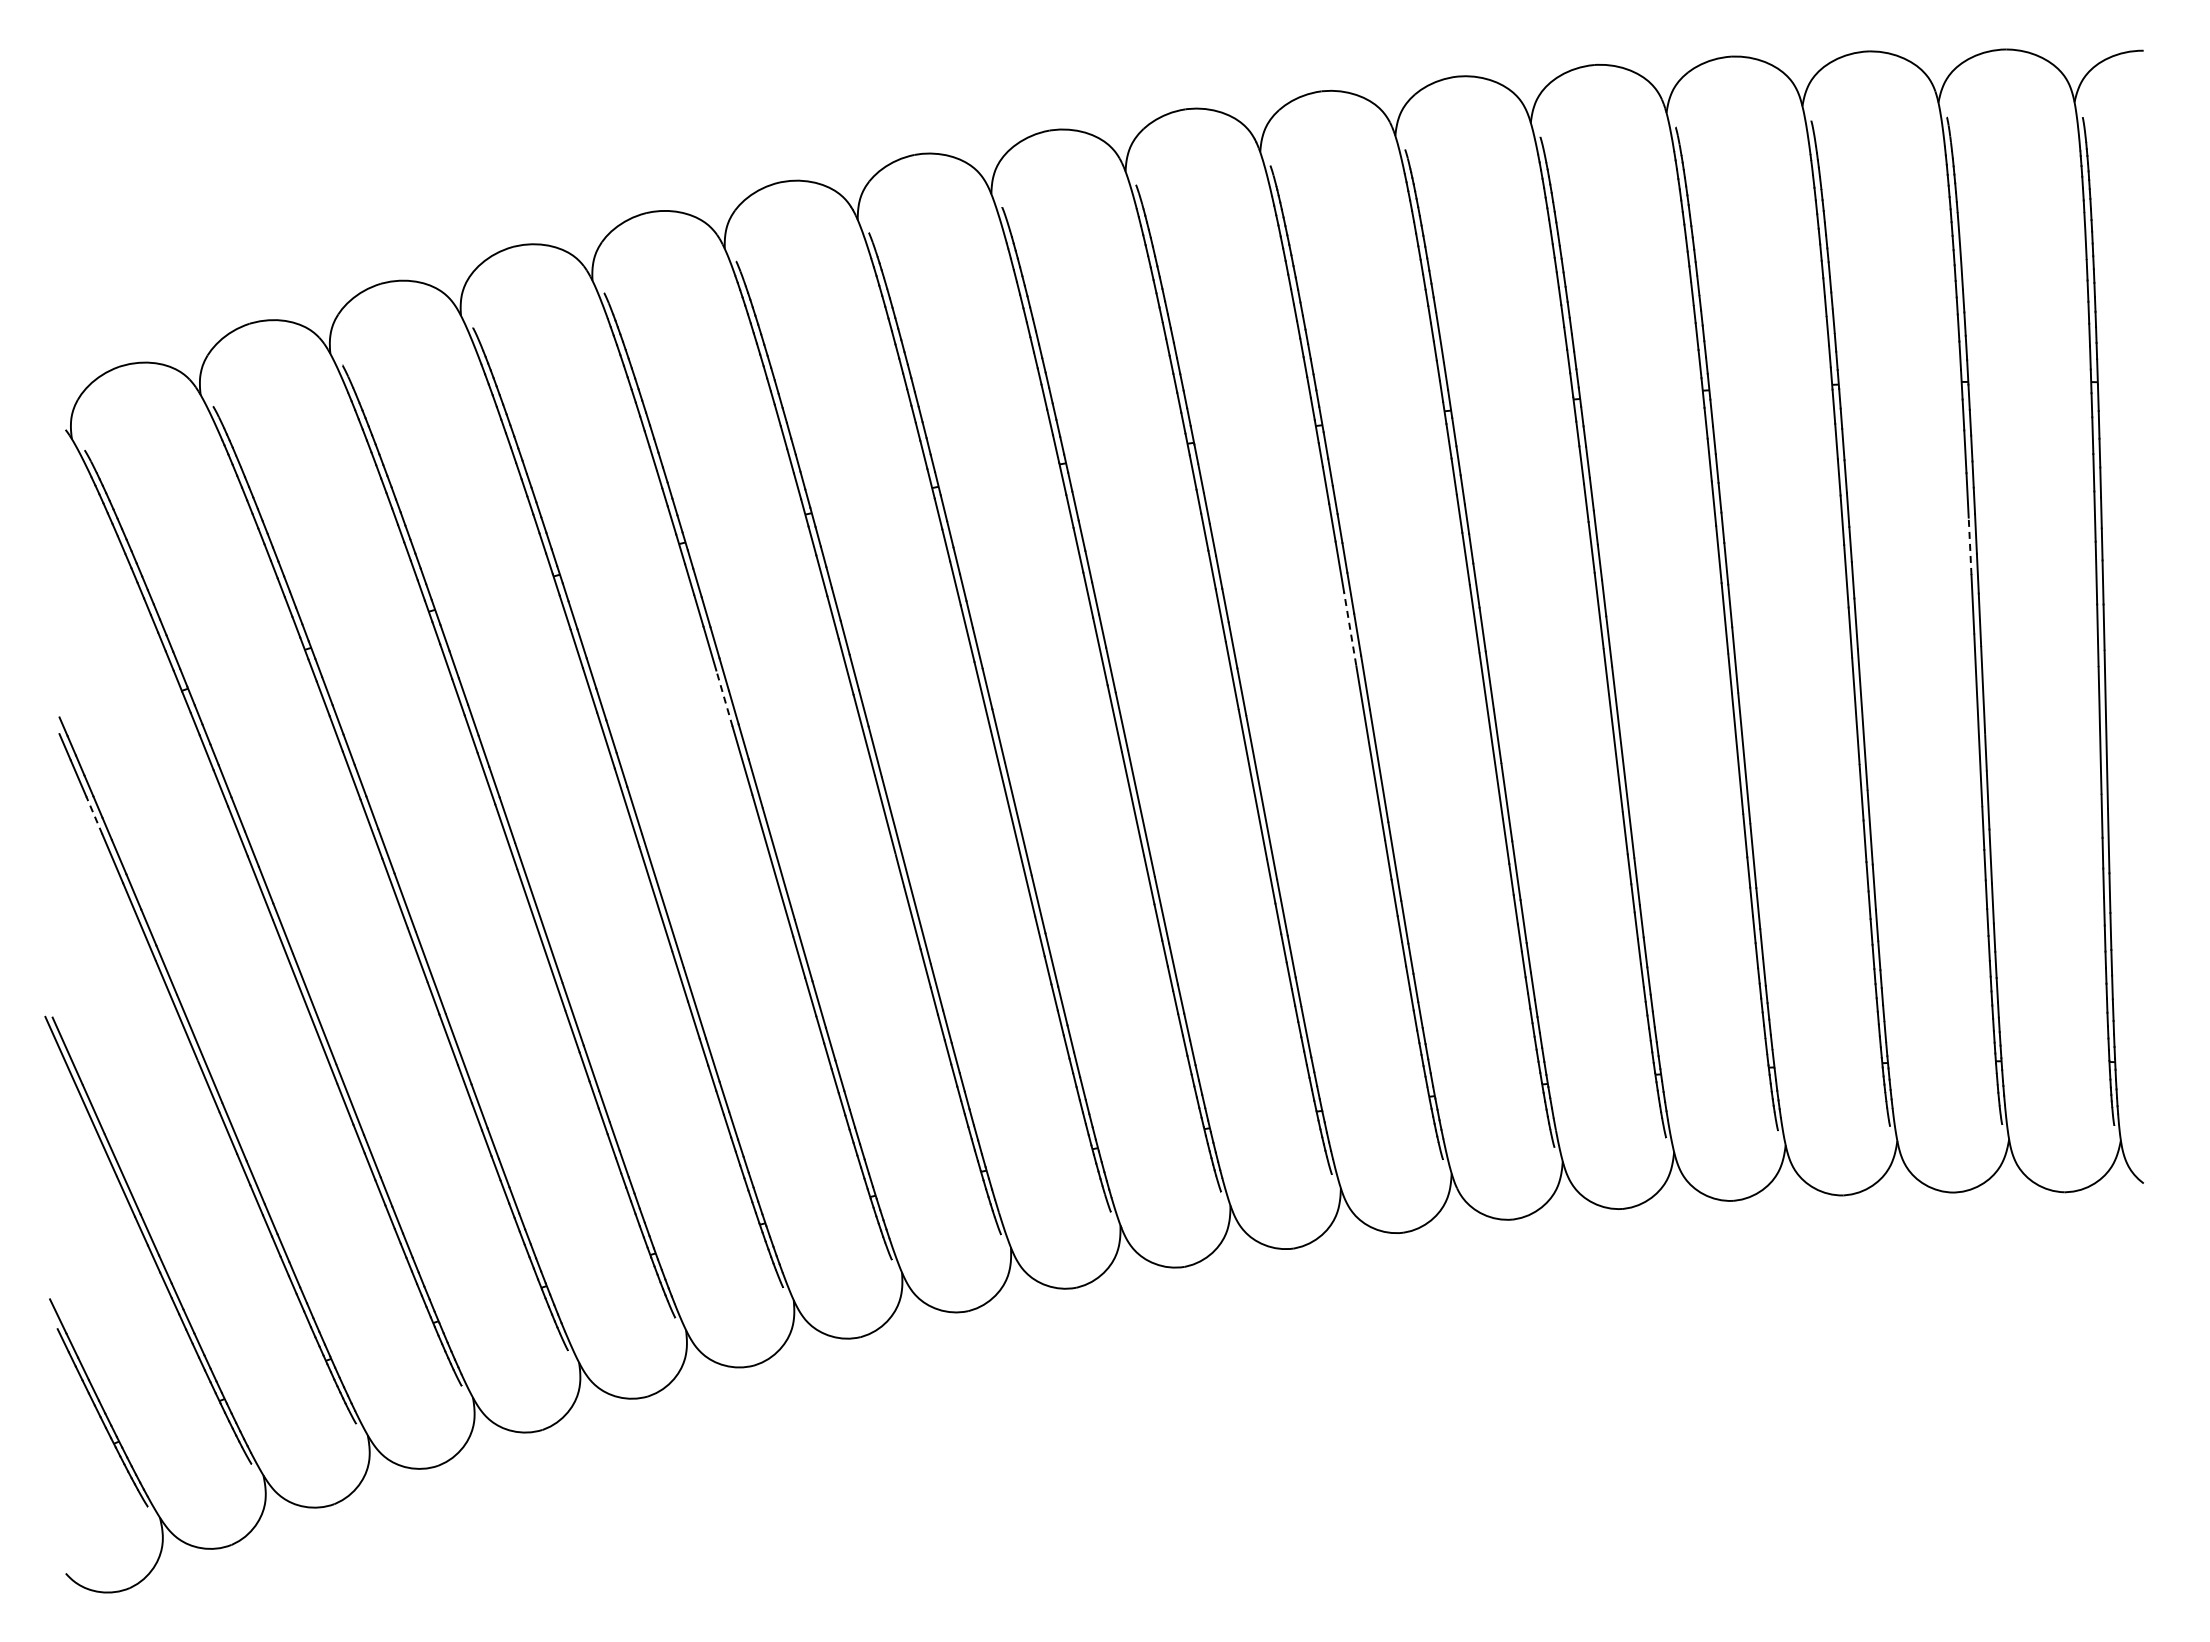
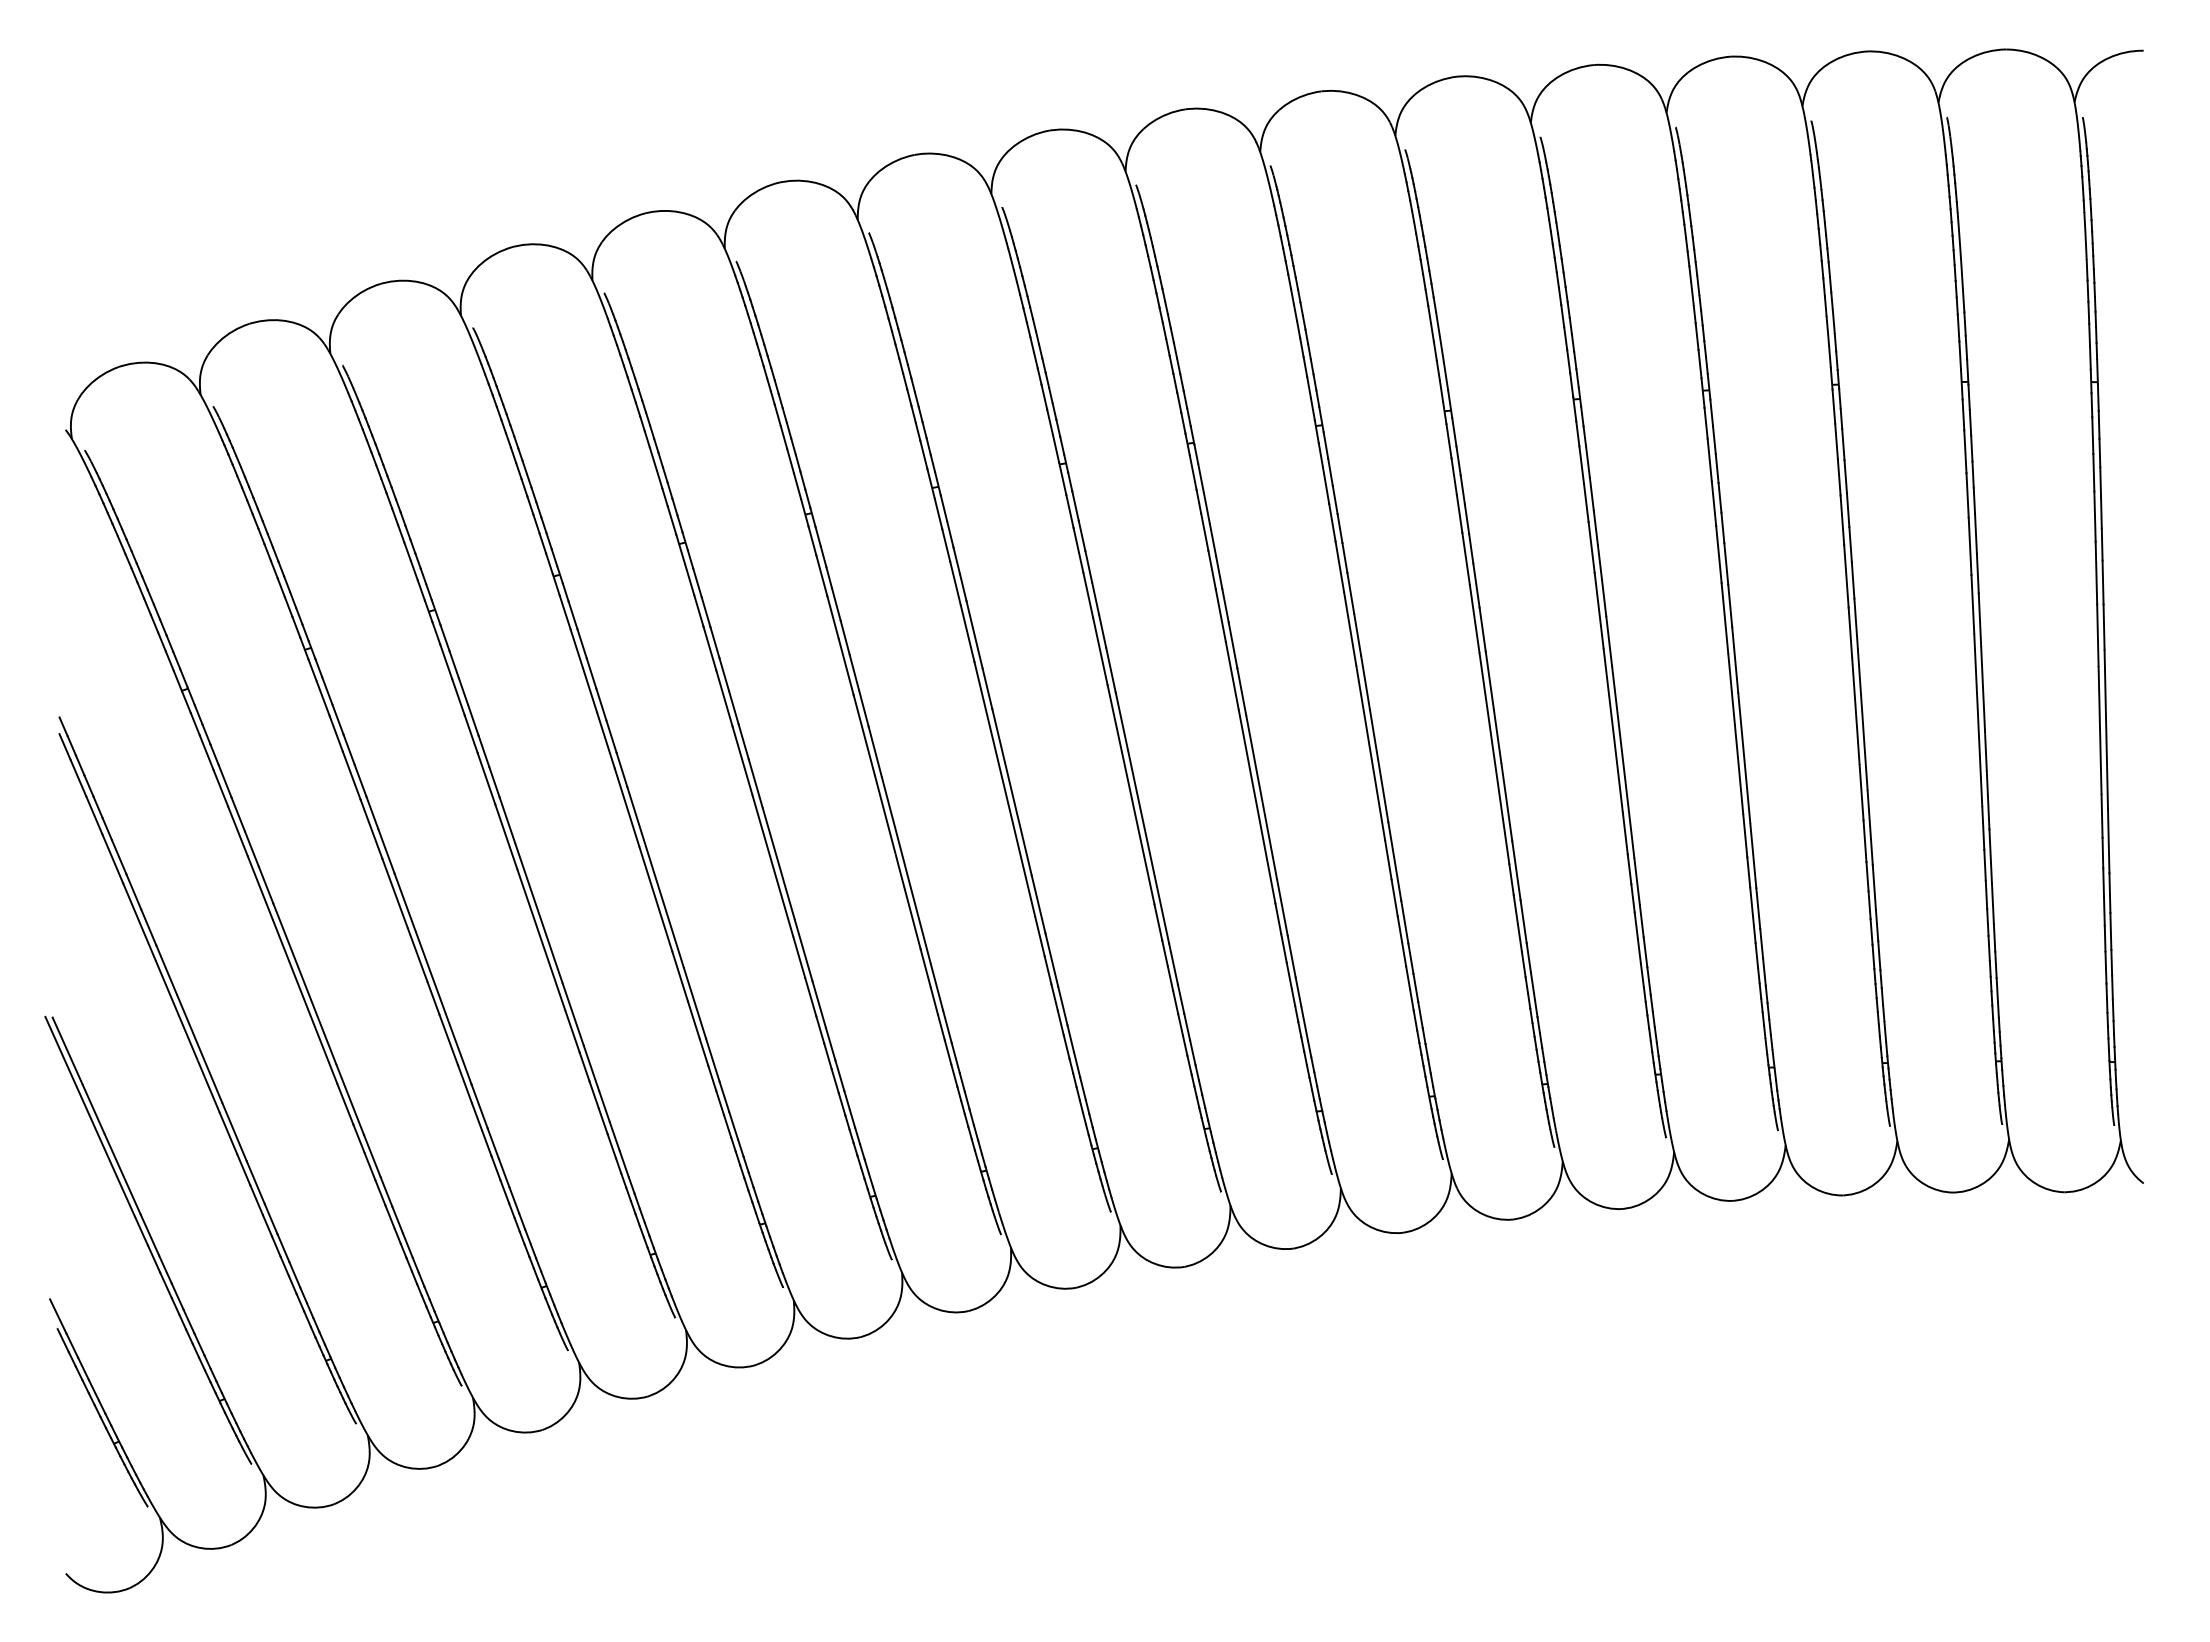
line at (1970, 546): dashed -> solid
line at (1350, 628): dashed -> solid
line at (724, 698): dashed -> solid
line at (94, 815): dashed -> solid
